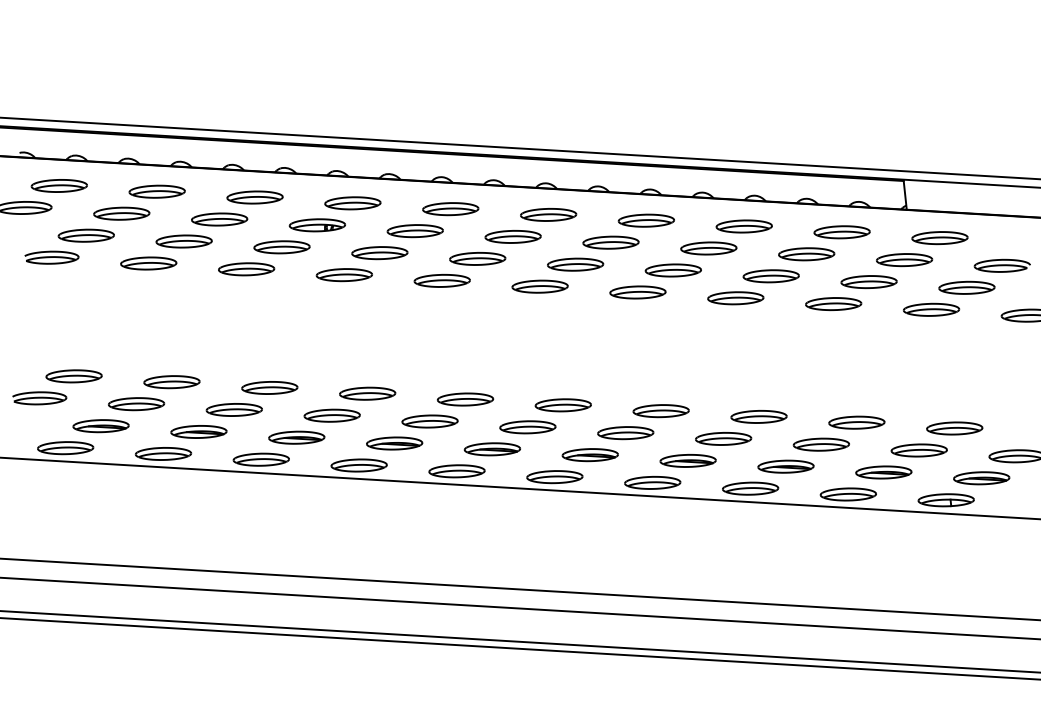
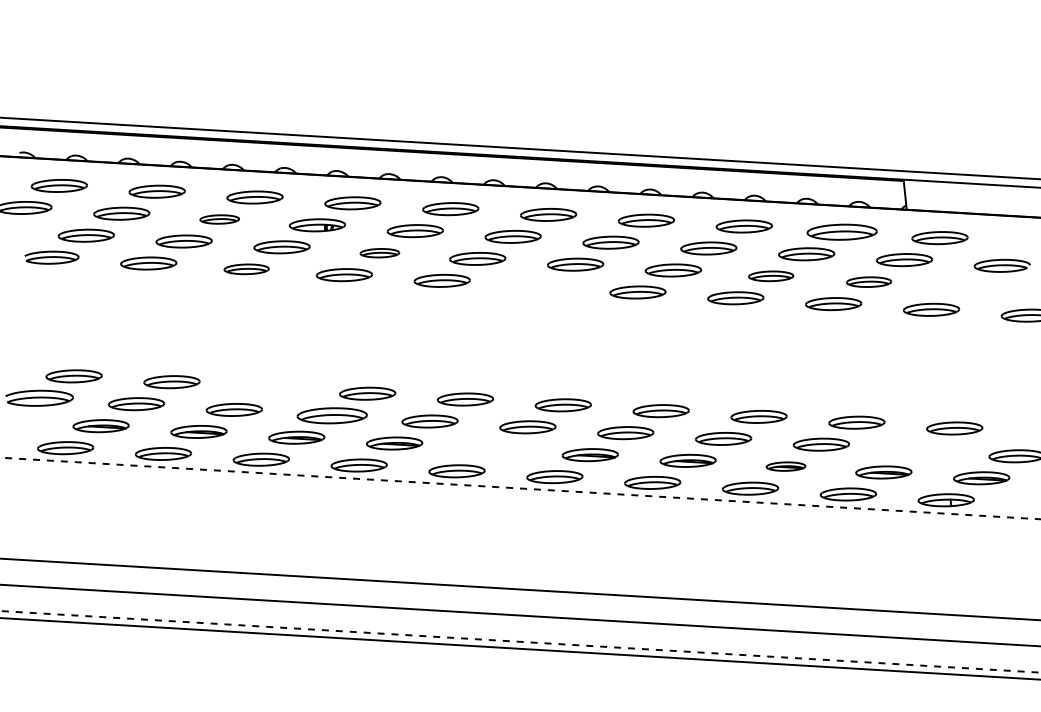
part at (219, 219) size: 58x15 px -> 41x11 px
part at (841, 232) size: 58x15 px -> 72x18 px
part at (379, 253) size: 58x15 px -> 42x11 px
part at (246, 269) size: 58x15 px -> 47x13 px
part at (770, 276) size: 58x15 px -> 47x13 px
part at (868, 282) size: 58x15 px -> 47x12 px
part at (539, 286): present -> none
part at (966, 287): present -> none
part at (269, 387): present -> none
part at (39, 398) size: 56x15 px -> 69x18 px
part at (331, 415) size: 58x15 px -> 72x18 px
part at (491, 449): present -> none
part at (918, 450): present -> none
part at (785, 466) size: 58x15 px -> 42x11 px
line at (520, 488): solid -> dashed
line at (519, 608) position: (519, 608) -> (519, 615)
line at (520, 641): solid -> dashed
